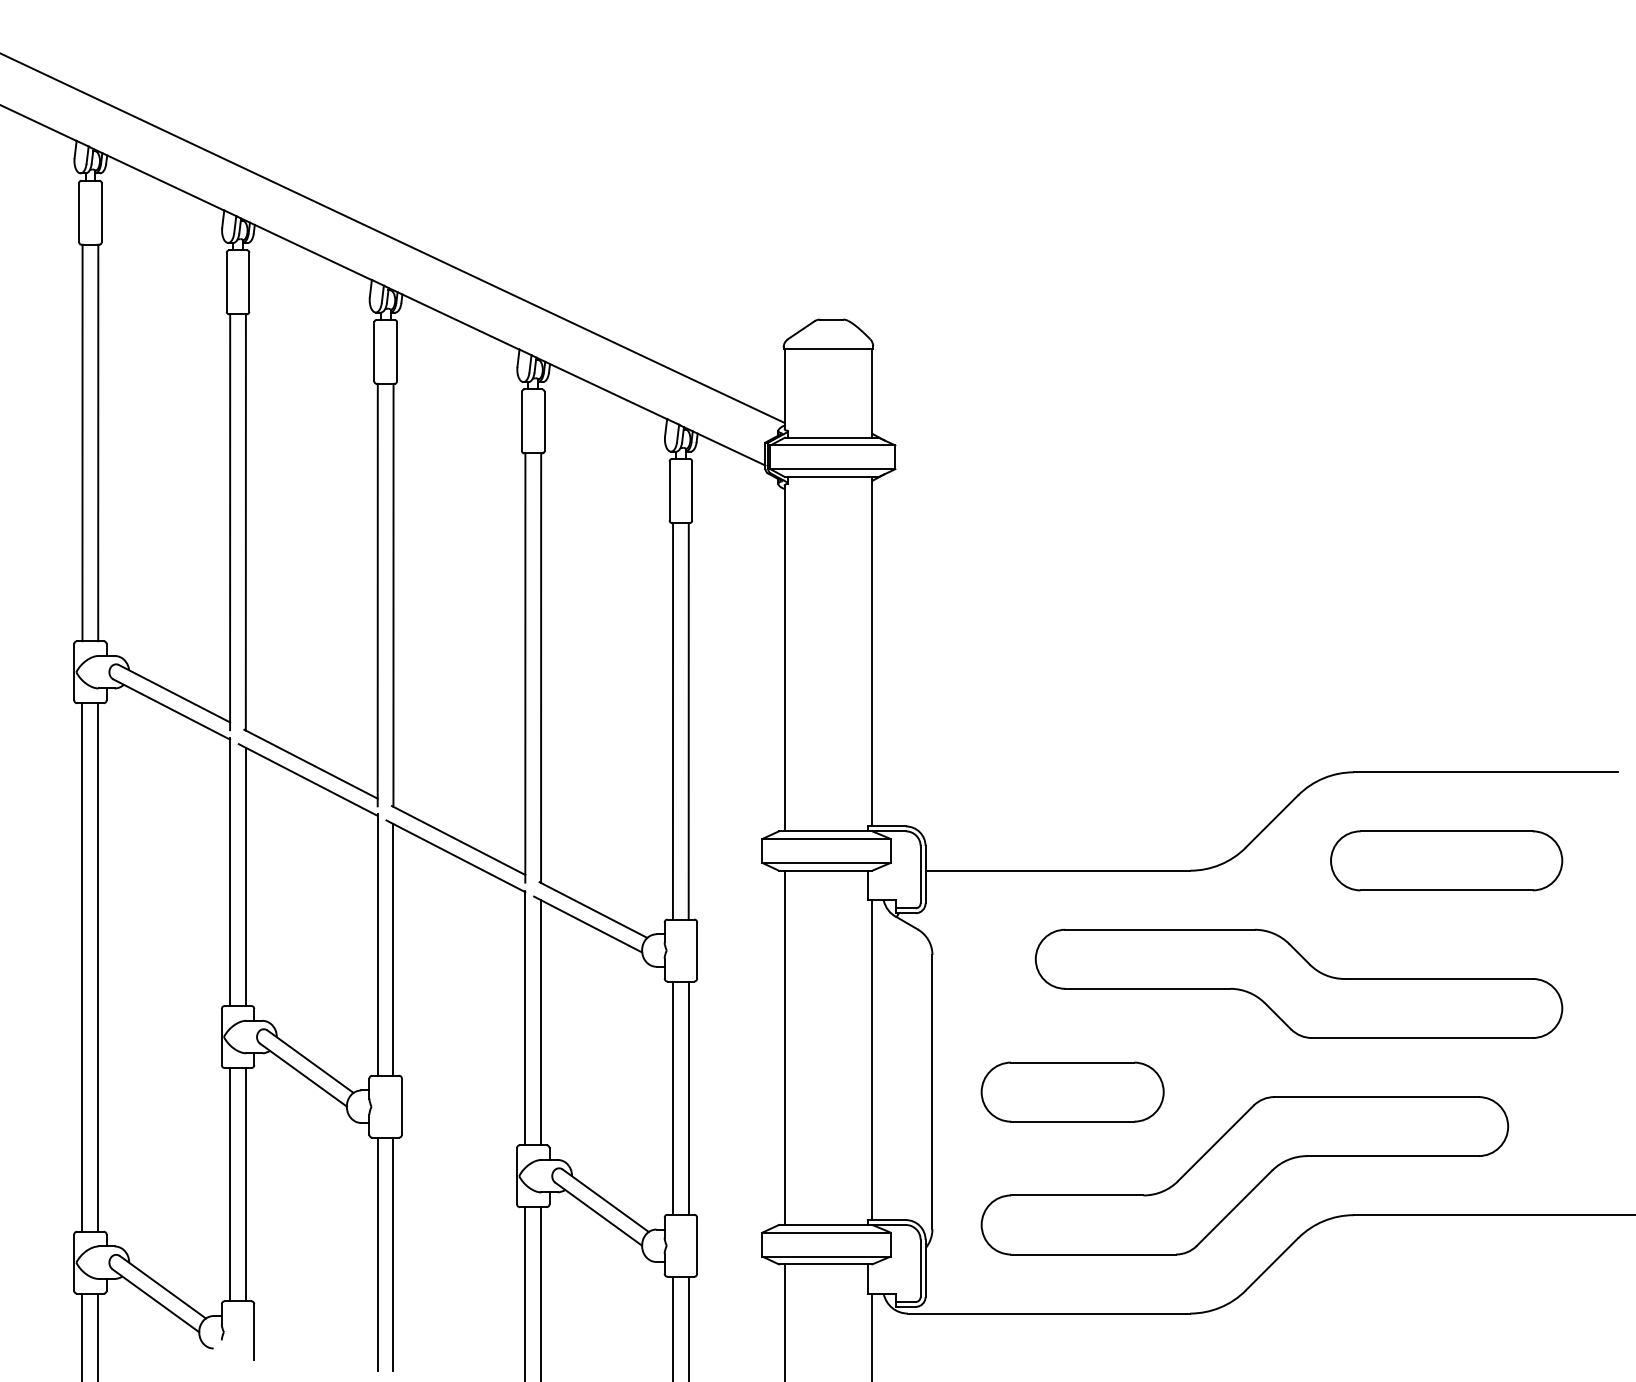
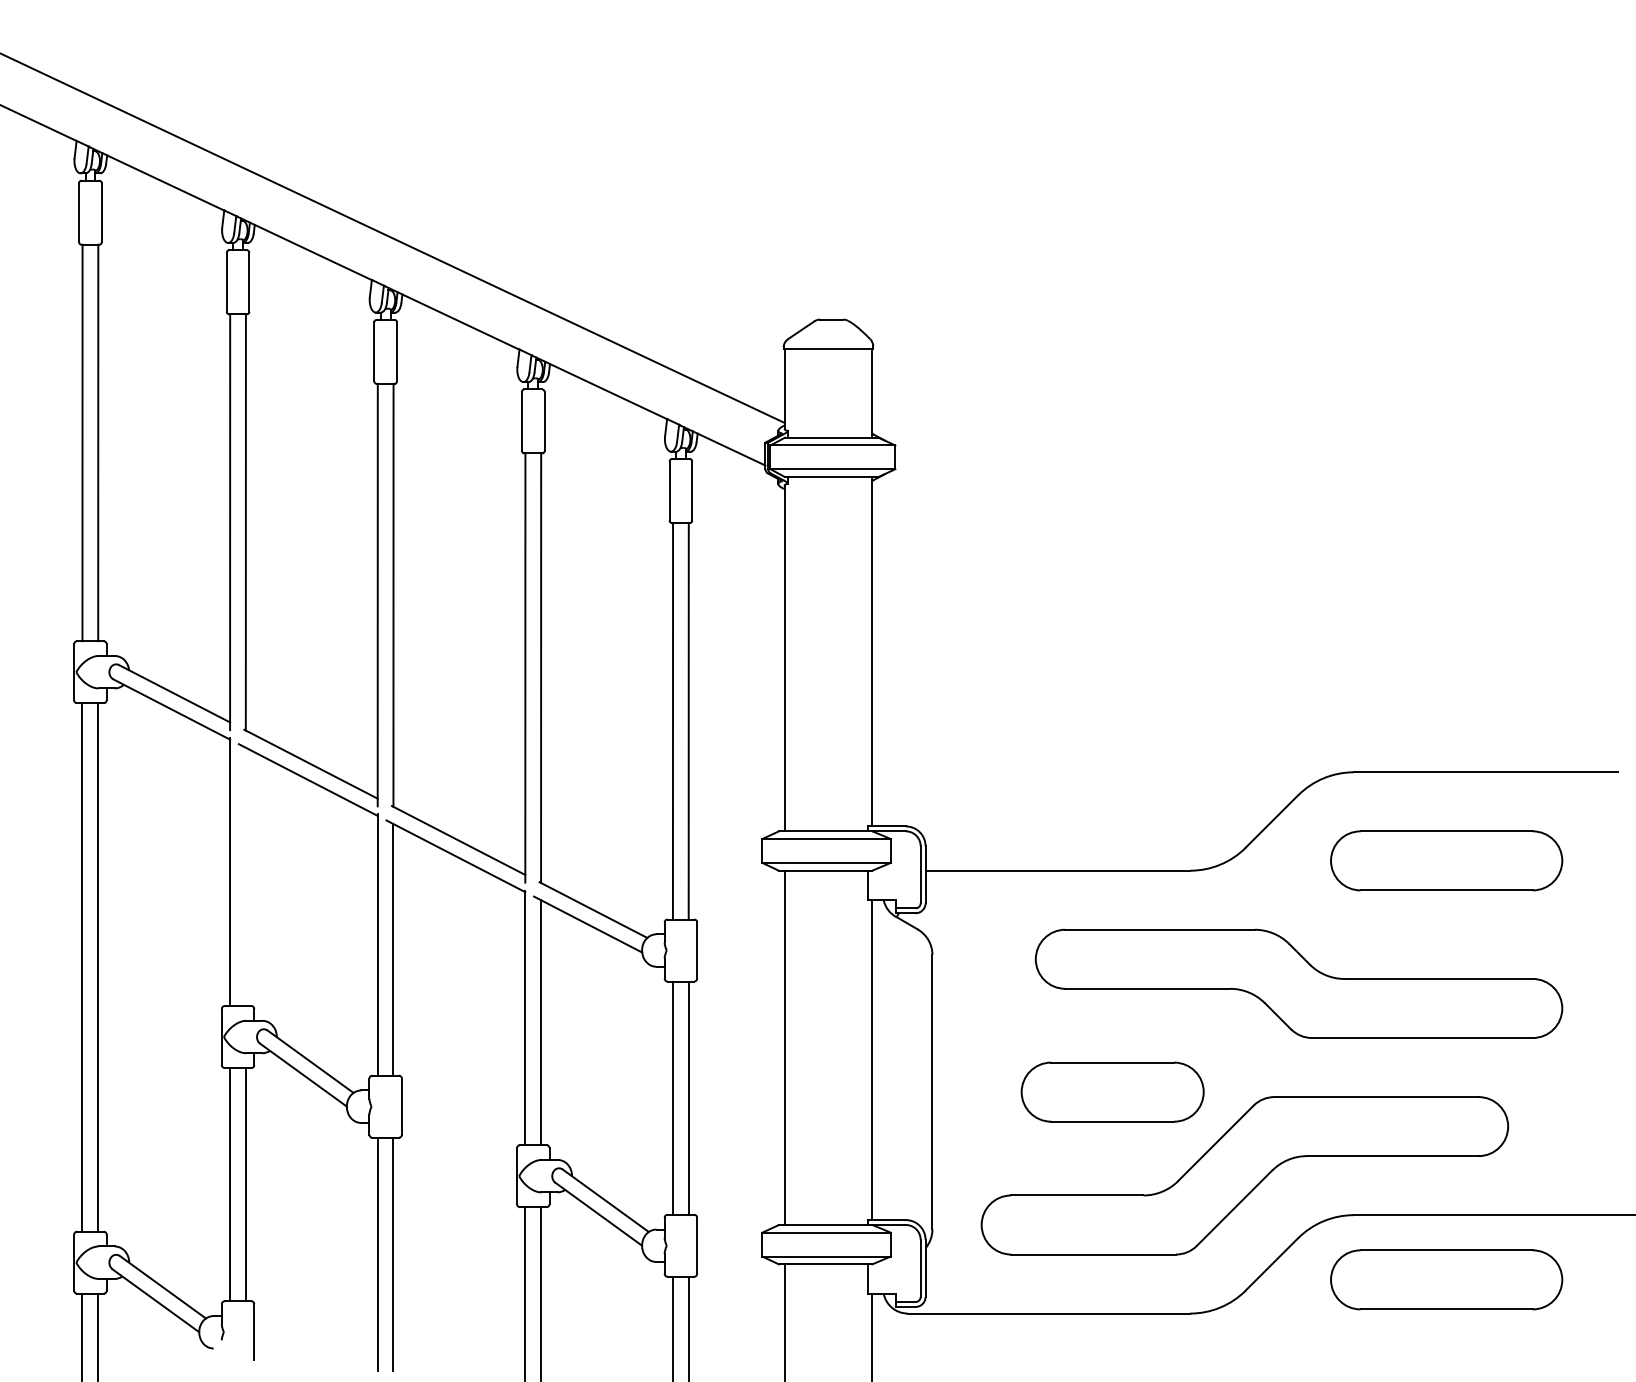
line at (245, 876): present -> none
part at (1072, 1091) position: (1072, 1091) -> (1112, 1091)
part at (1446, 1279): none -> present
